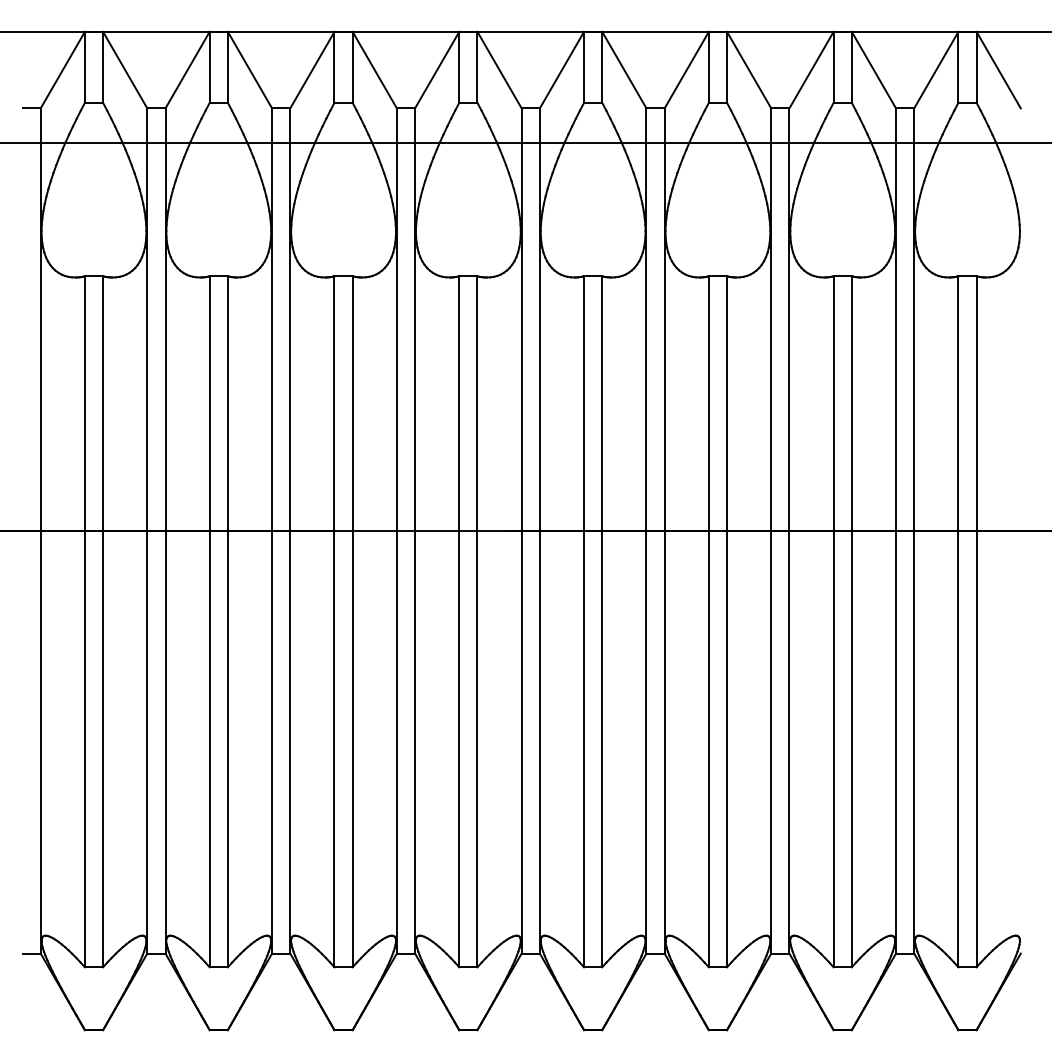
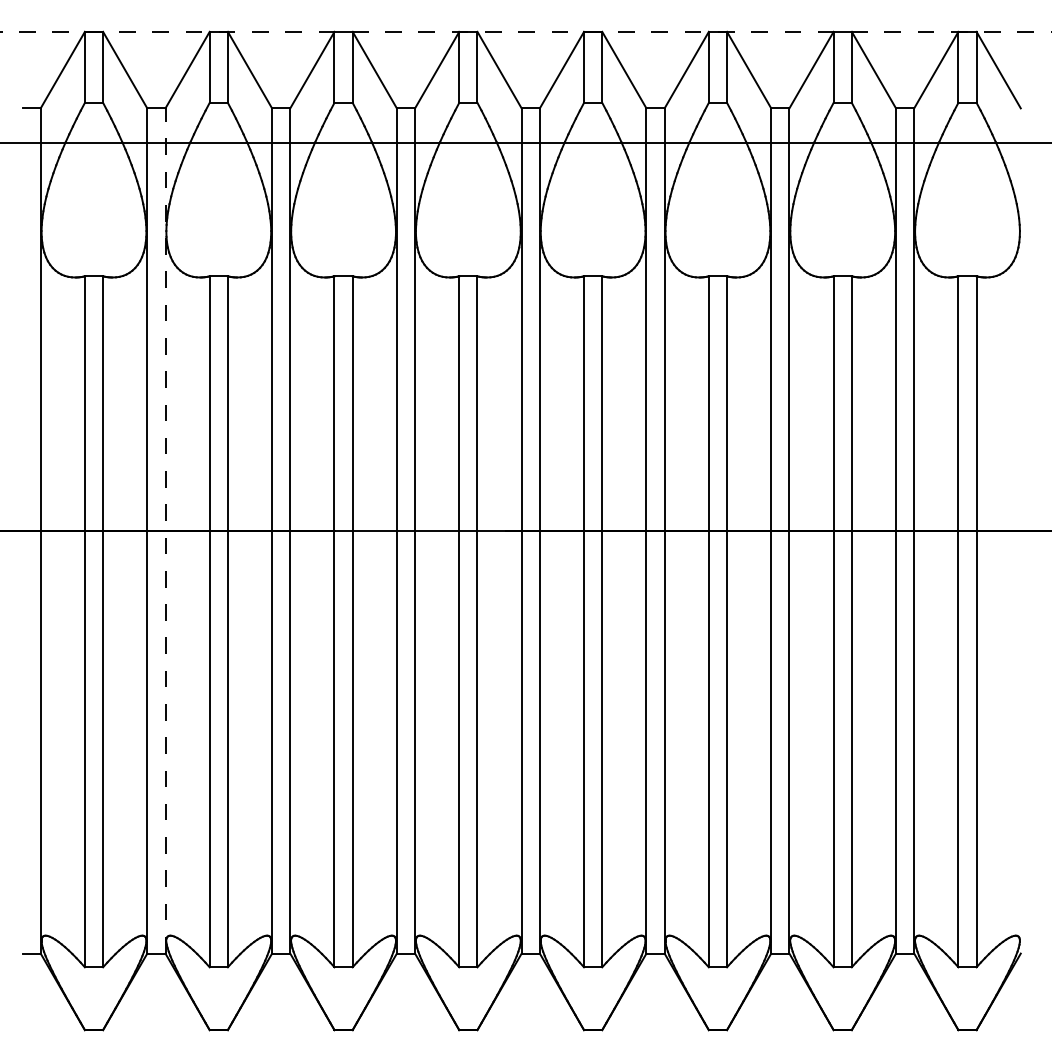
line at (525, 31): solid -> dashed
line at (165, 531): solid -> dashed
